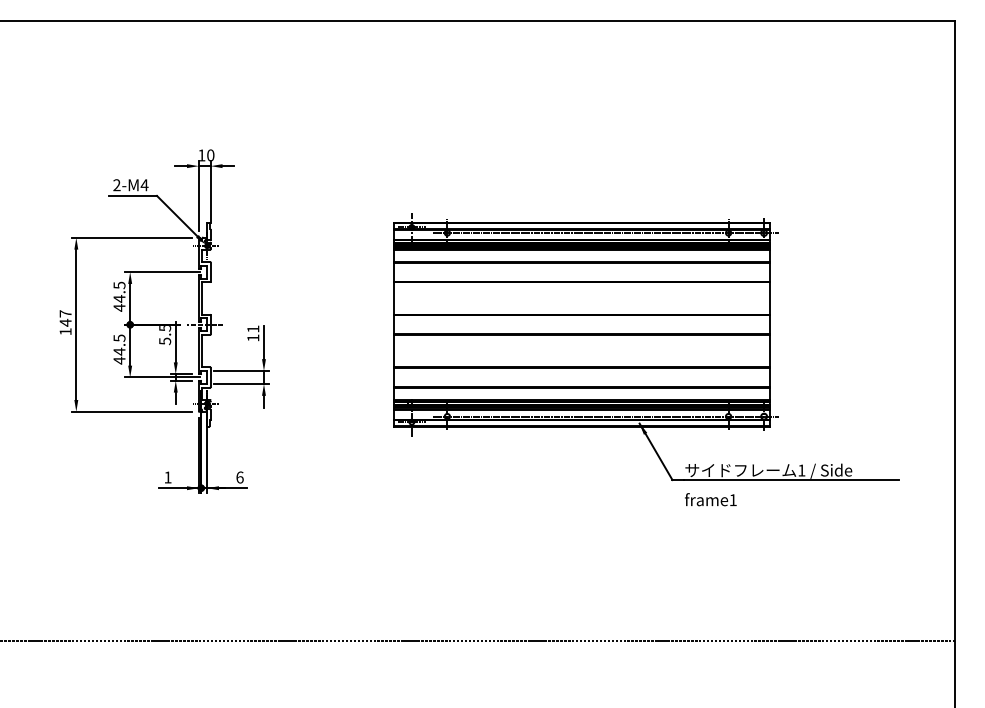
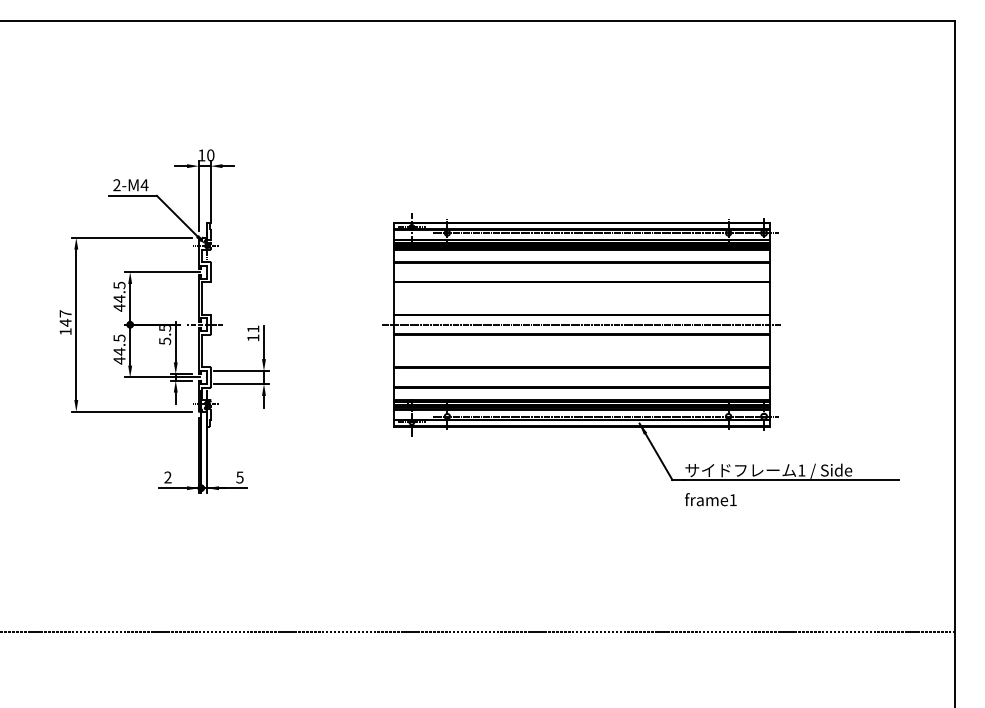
line at (581, 324): none -> present
text at (167, 477): 1 -> 2
text at (239, 477): 6 -> 5
line at (478, 640) position: (478, 640) -> (478, 631)
